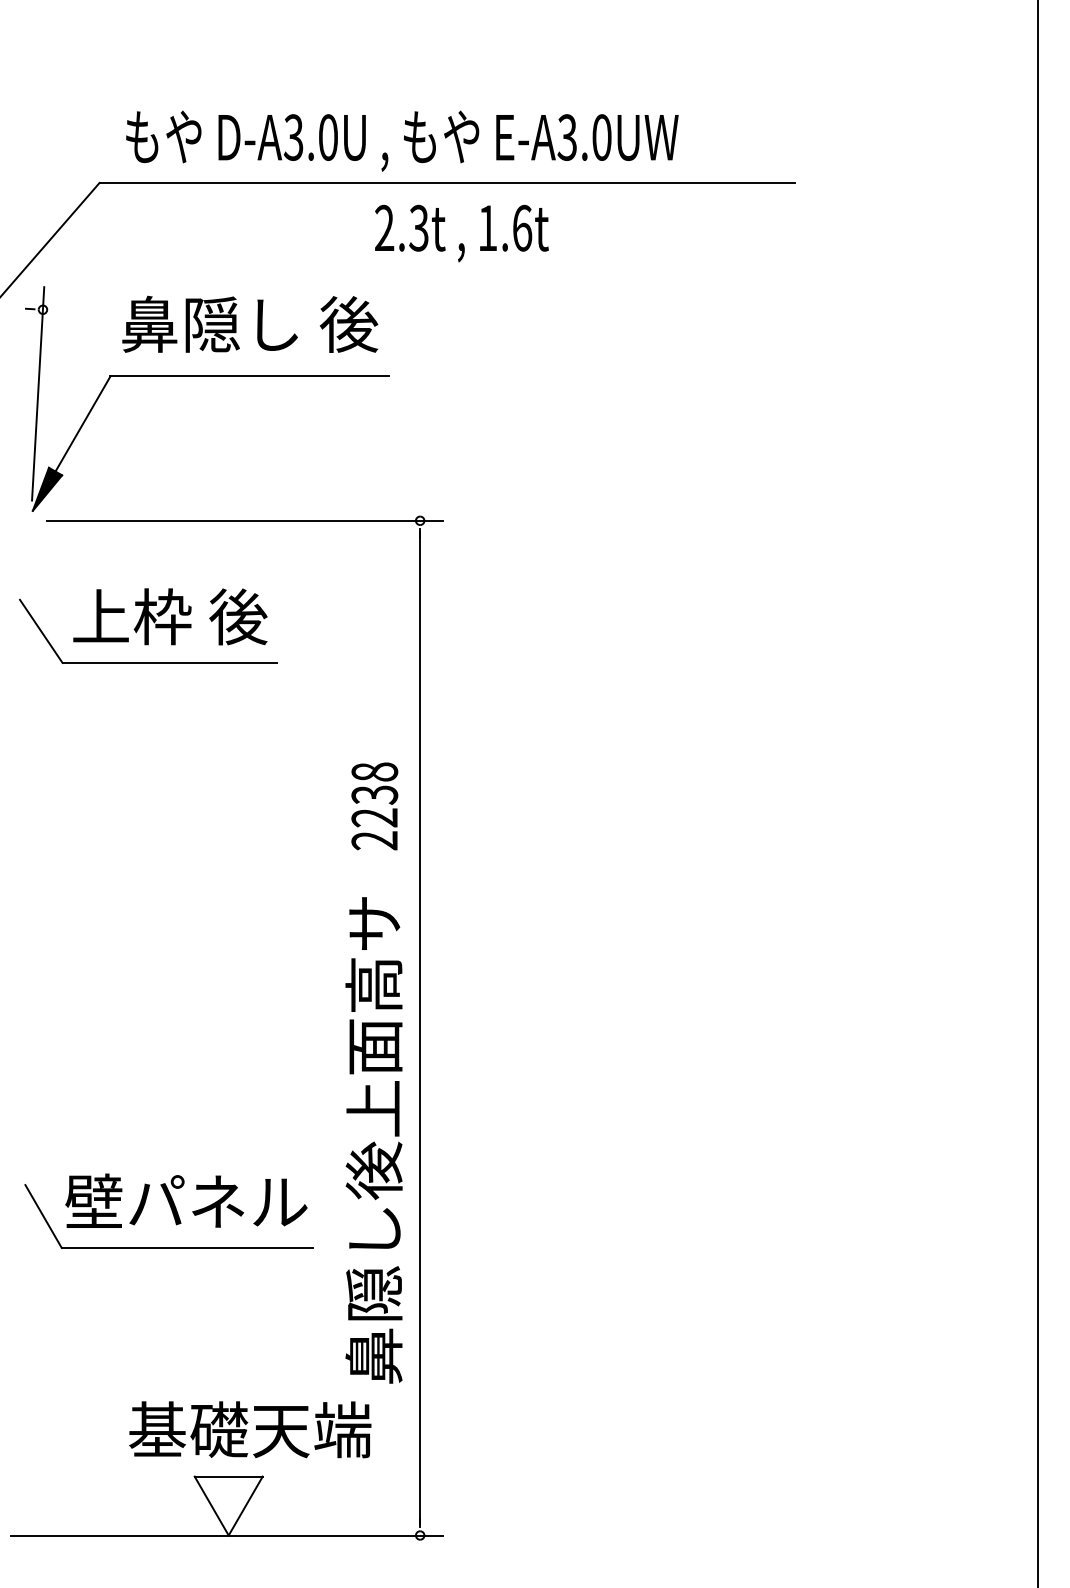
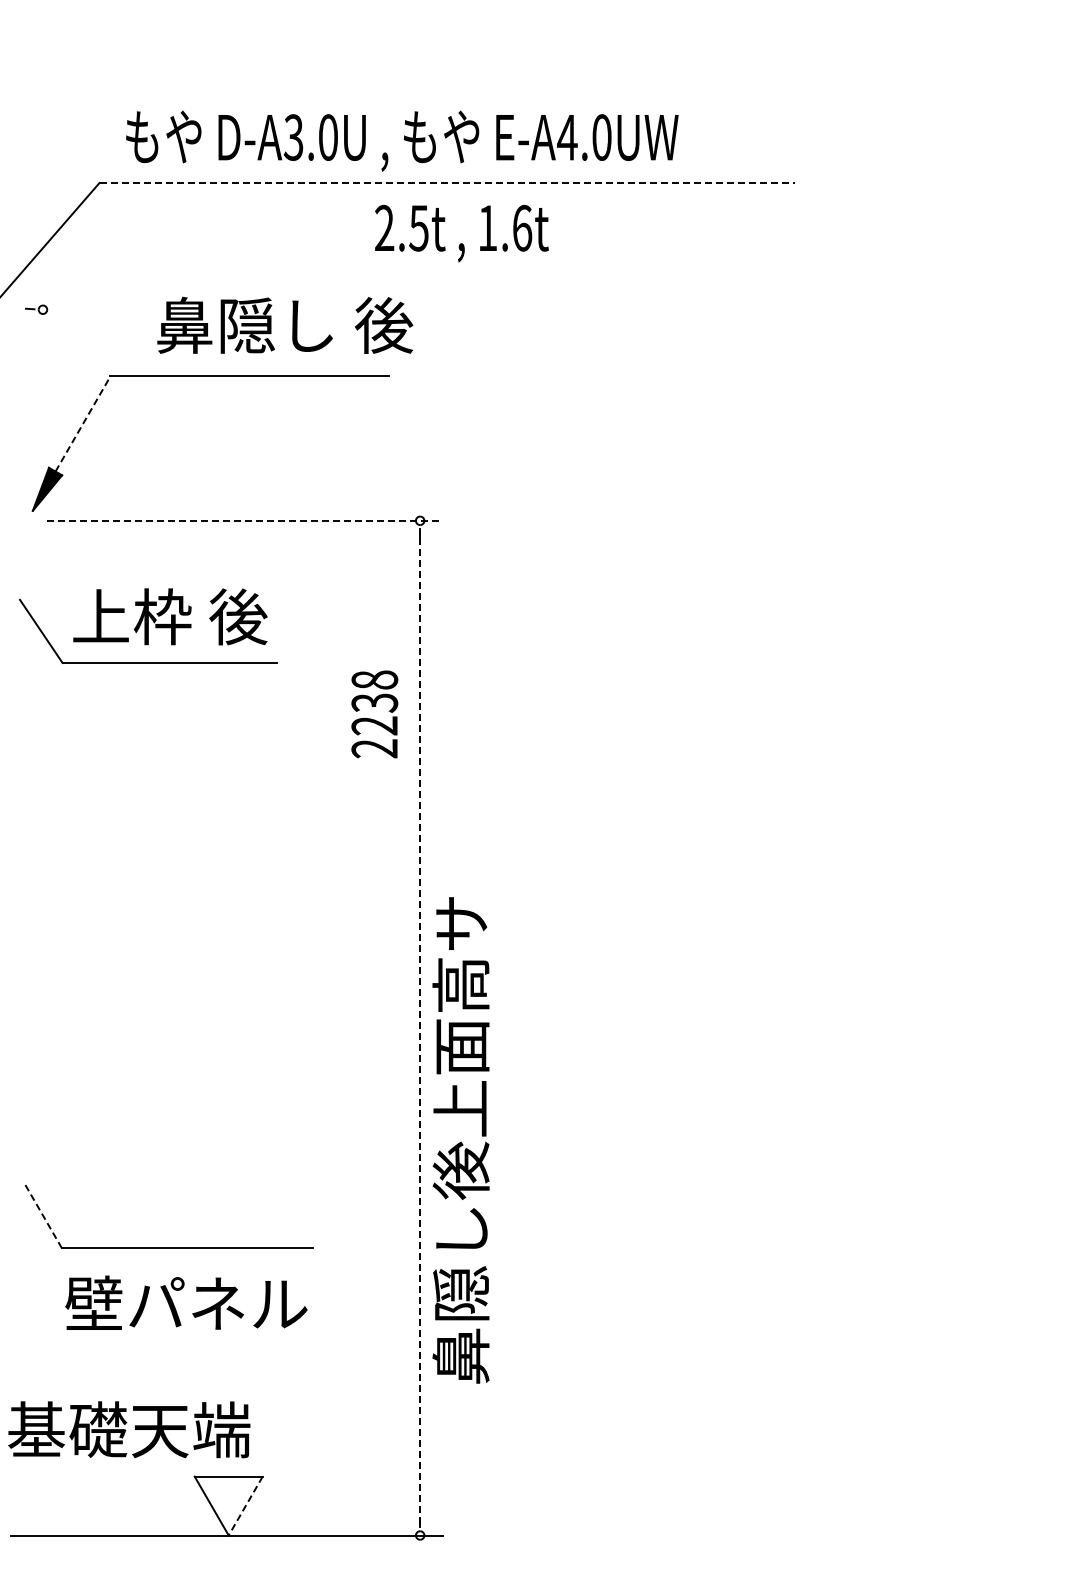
text at (567, 137): E-A3.0UW -> E-A4.0UW
line at (447, 182): solid -> dashed
text at (418, 227): 2.3t -> 2.5t
text at (250, 323) position: (250, 323) -> (285, 324)
line at (38, 393): present -> none
line at (83, 424): solid -> dashed
line at (245, 520): solid -> dashed
line at (1037, 793): present -> none
text at (374, 806) position: (374, 806) -> (374, 714)
line at (420, 1027): solid -> dashed
text at (373, 1140) position: (373, 1140) -> (460, 1140)
text at (186, 1200) position: (186, 1200) -> (186, 1302)
line at (43, 1216): solid -> dashed
text at (250, 1429) position: (250, 1429) -> (129, 1429)
line at (245, 1506): solid -> dashed
